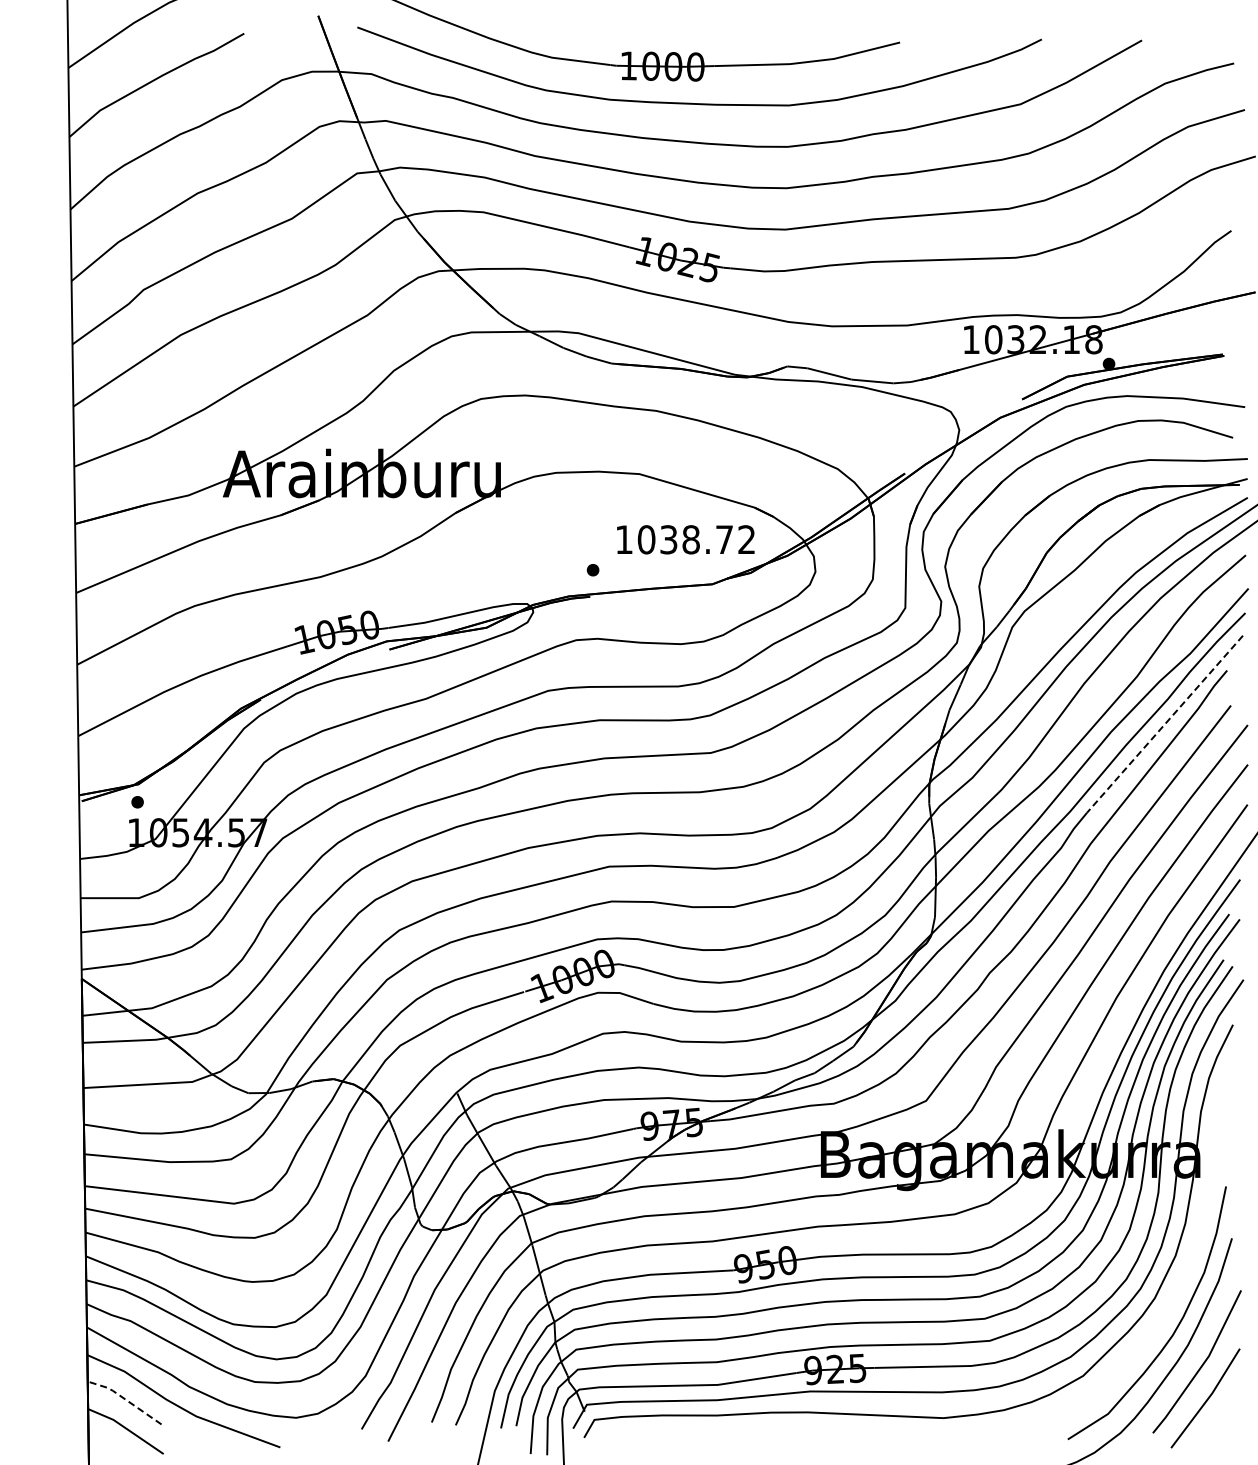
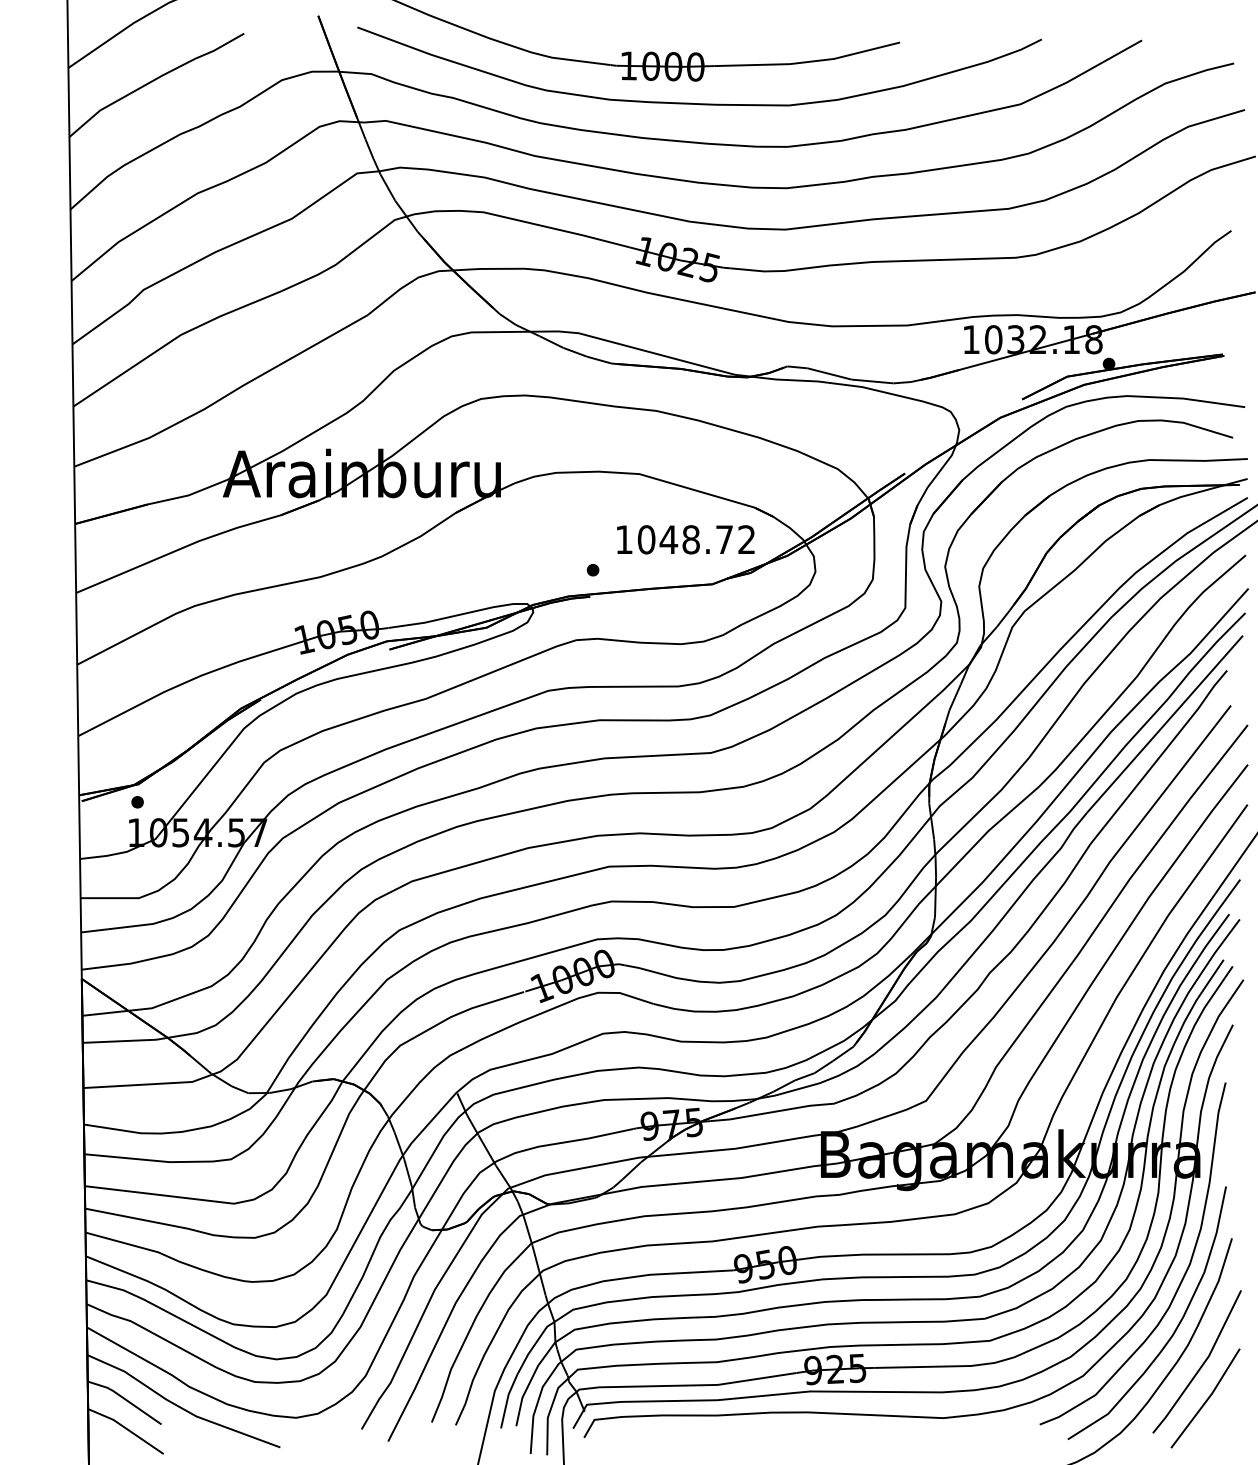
text at (668, 539): 1038.72 -> 1048.72
line at (1165, 724): dashed -> solid
curve at (1182, 1277): none -> present
line at (125, 1399): dashed -> solid
